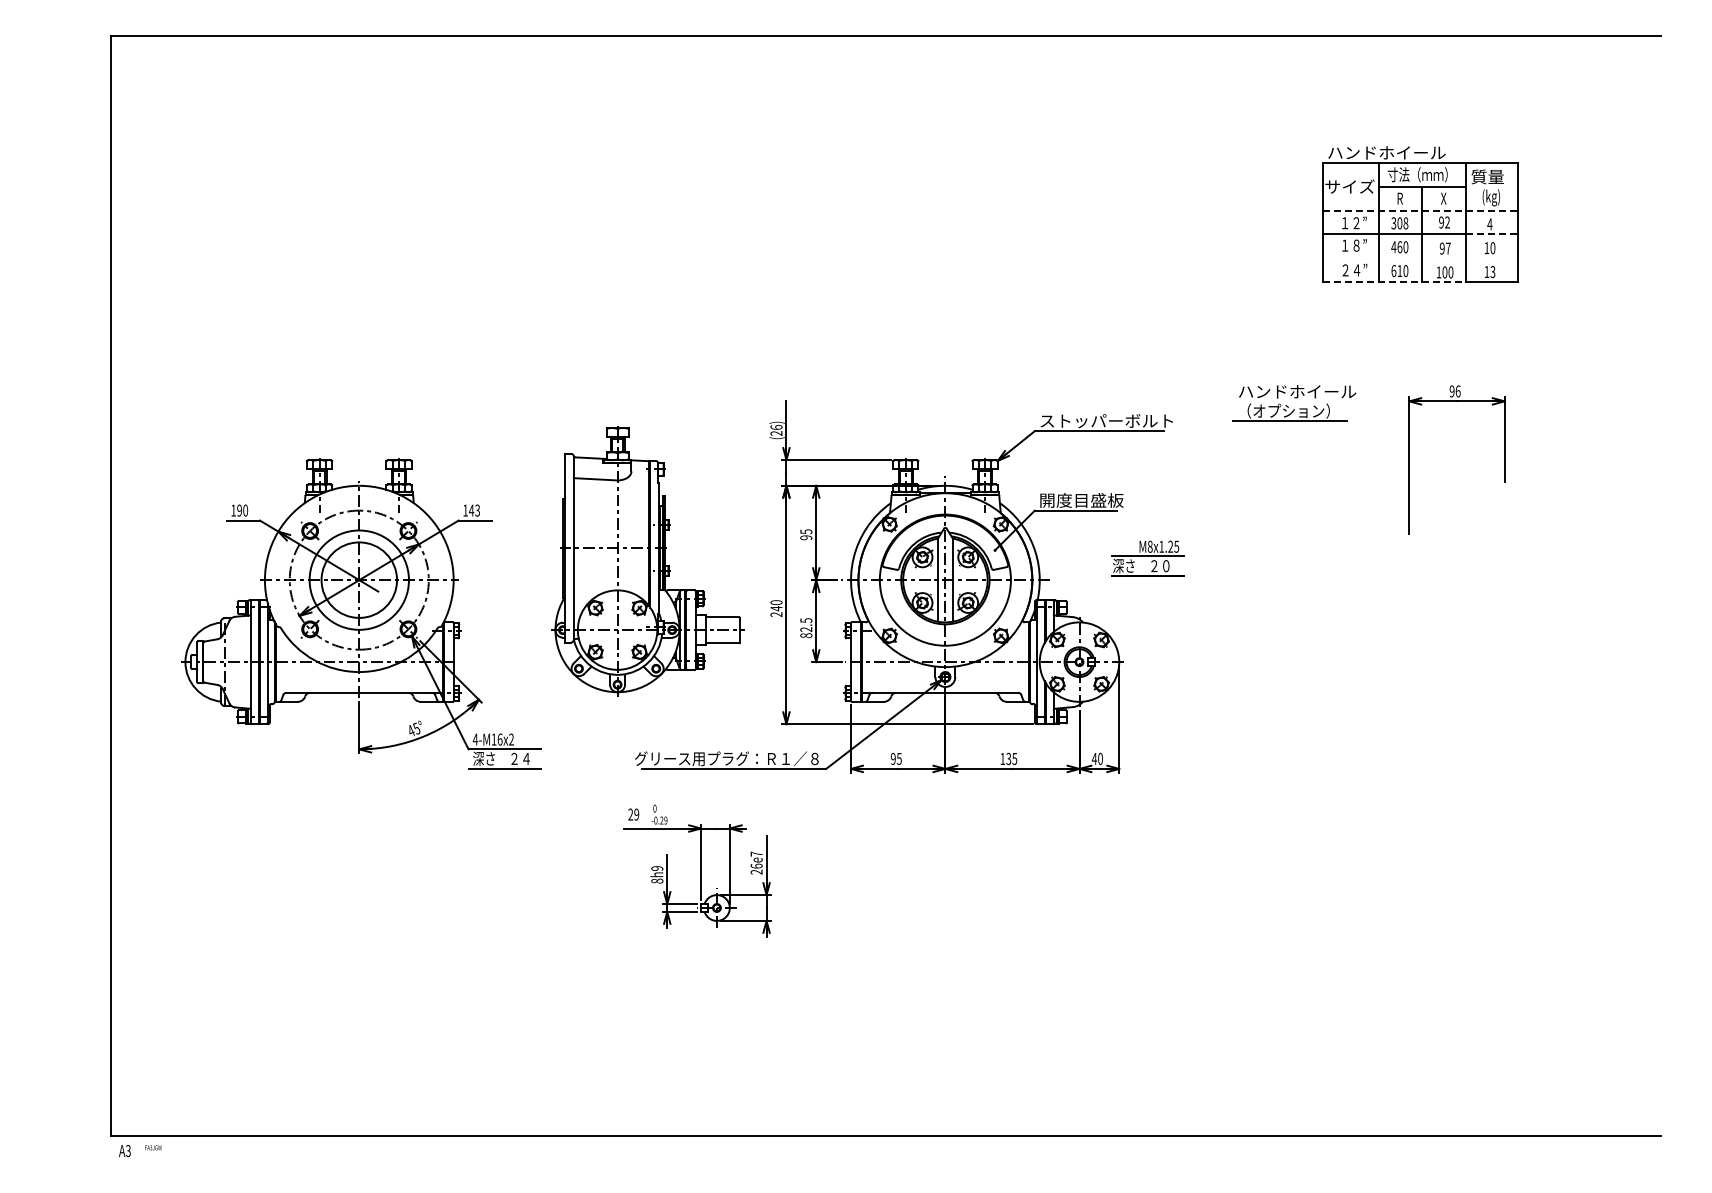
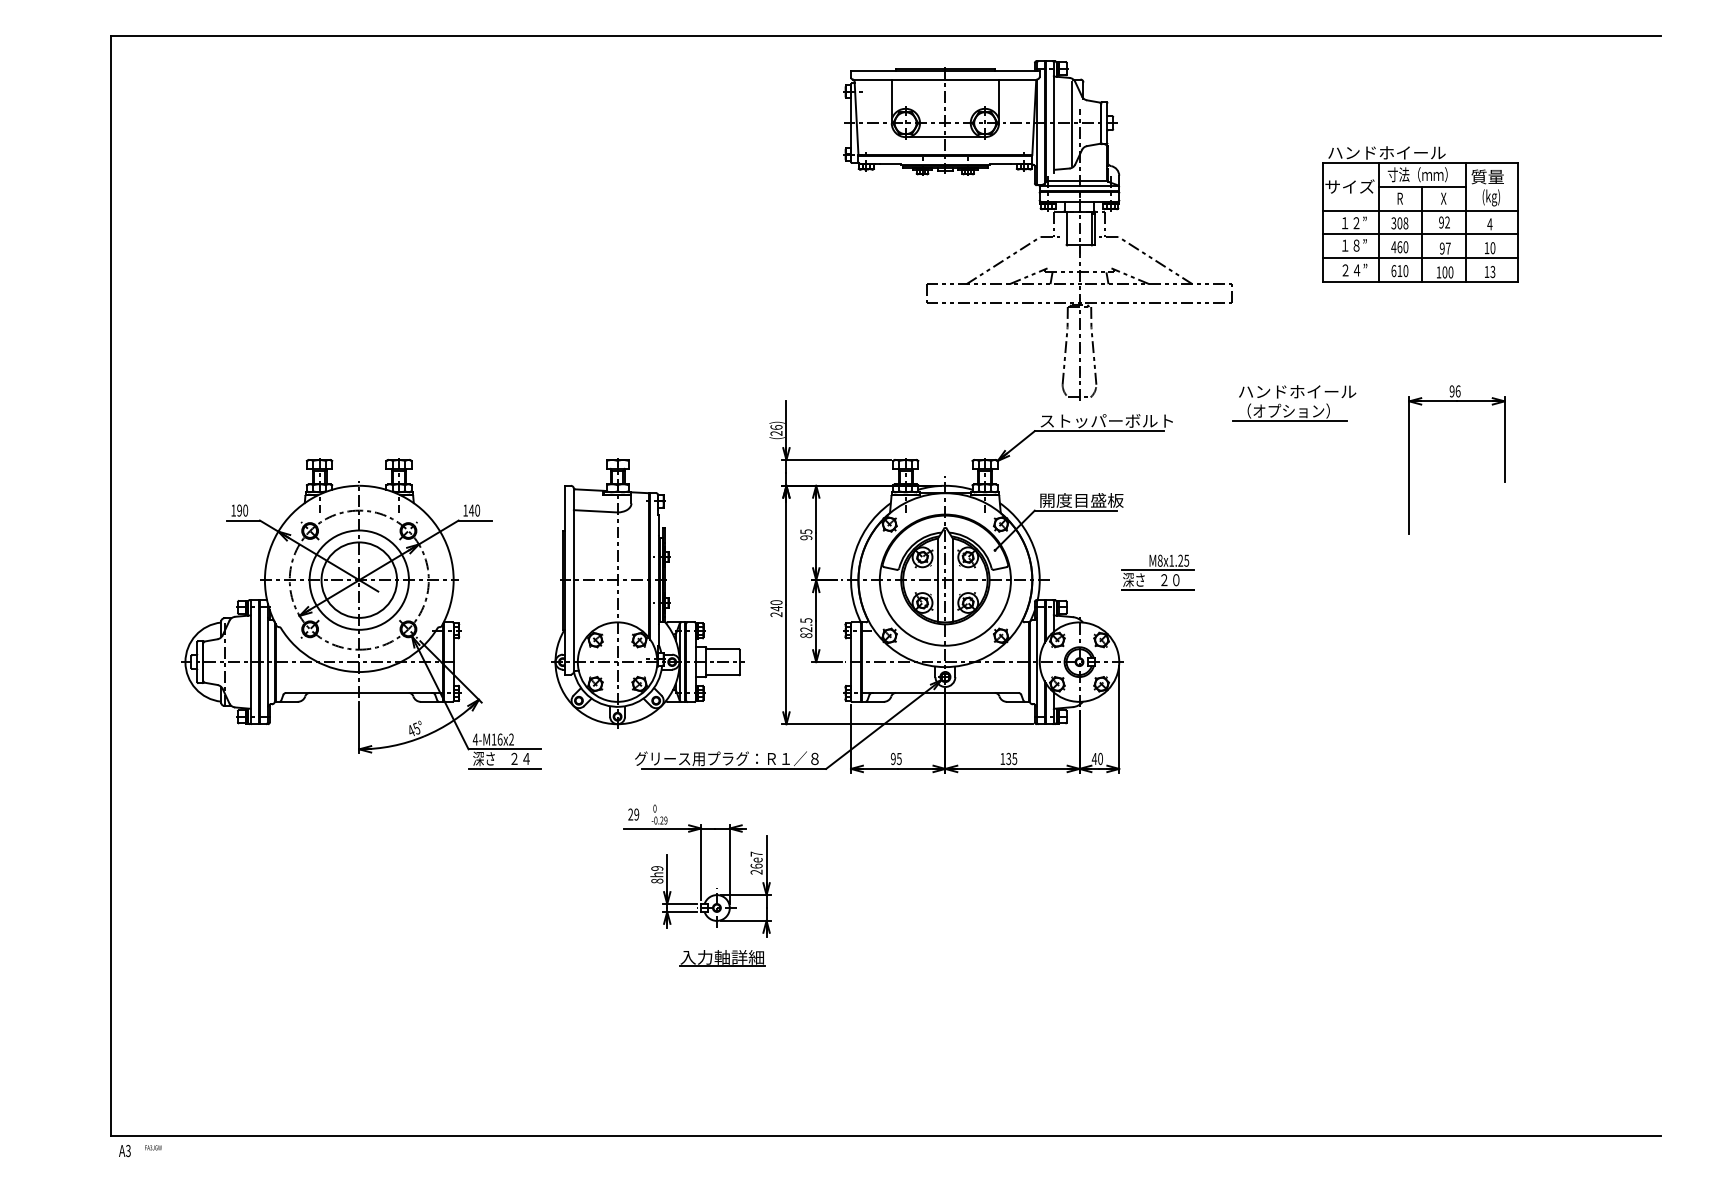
line at (1420, 210): dashed -> solid
line at (1491, 234): dashed -> solid
part at (1040, 236): none -> present
line at (1419, 258): none -> present
line at (1394, 282): dashed -> solid
text at (477, 510): 143 -> 140
part at (1147, 558) position: (1147, 558) -> (1157, 572)
part at (647, 561) position: (647, 561) -> (647, 593)
part at (722, 958): none -> present
